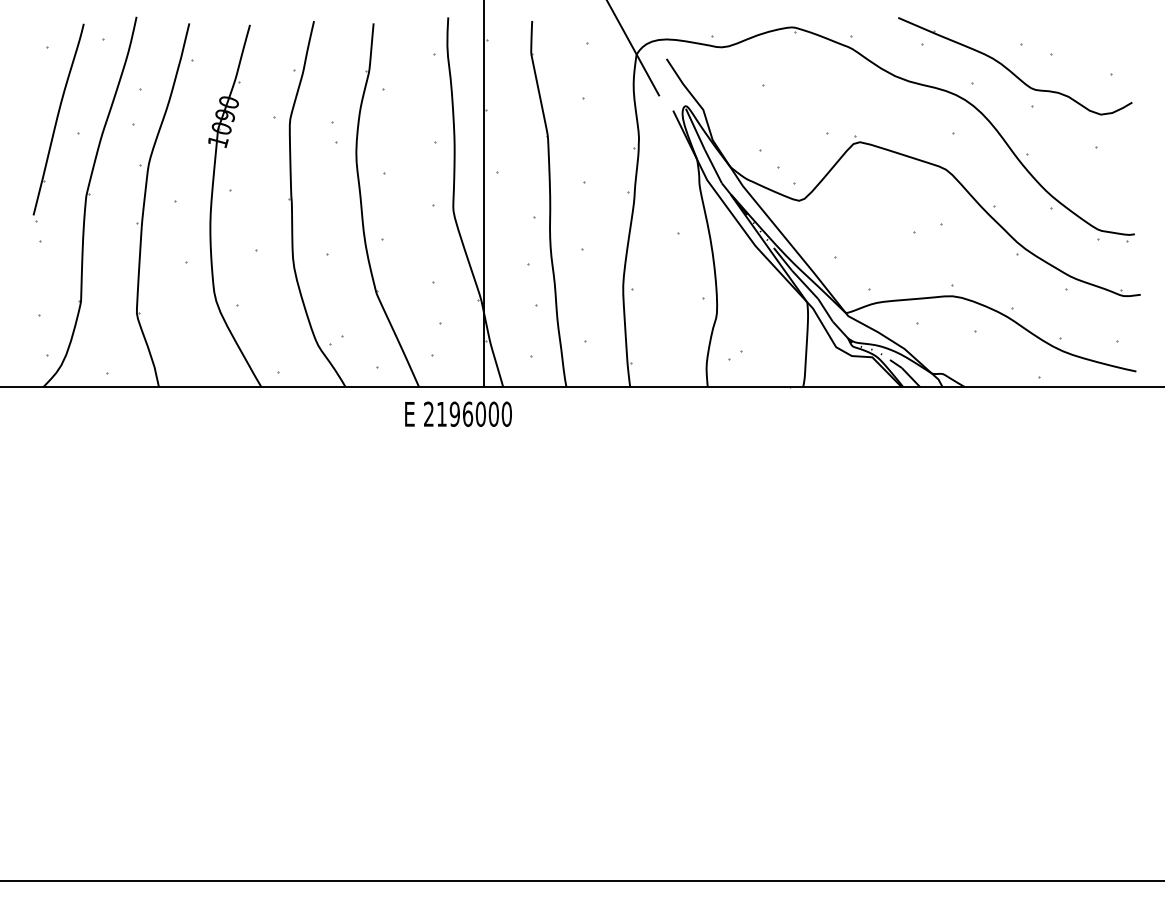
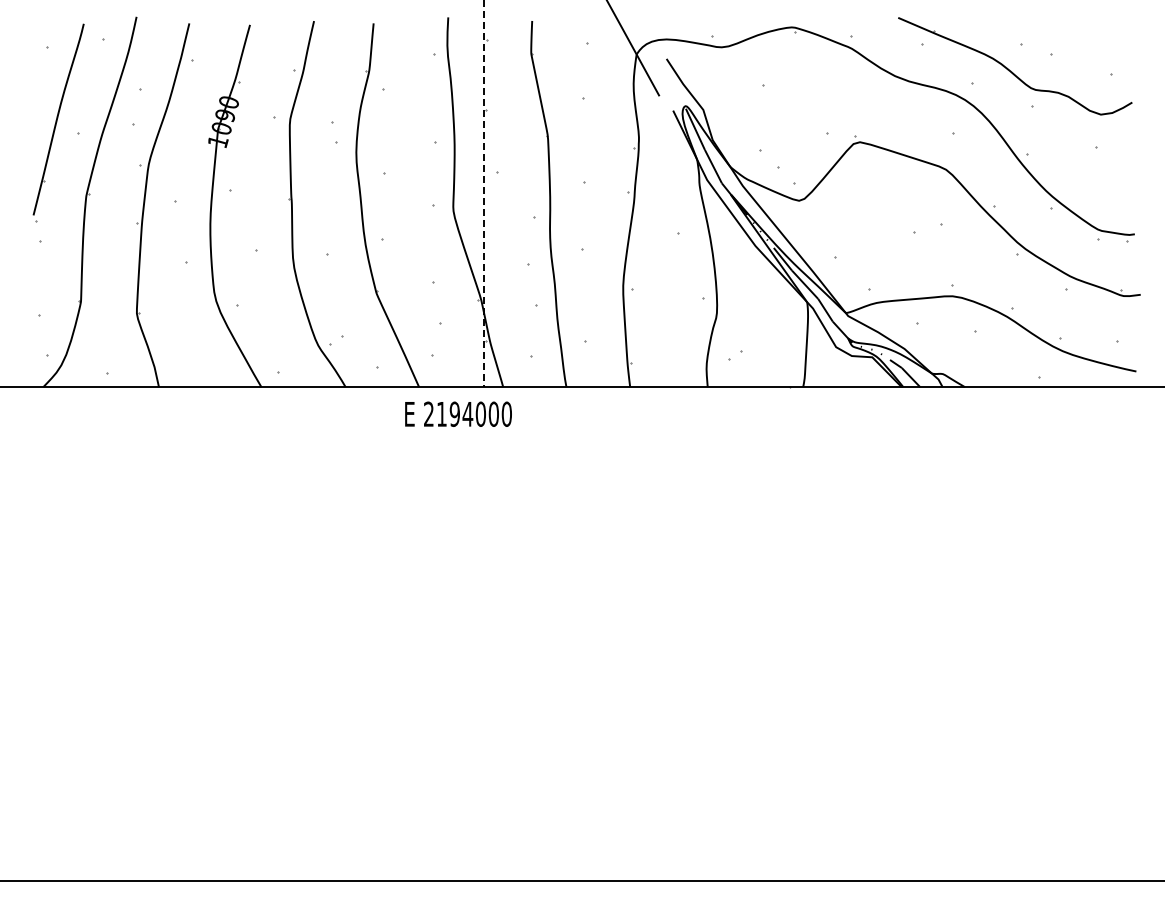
line at (484, 193): solid -> dashed
text at (467, 413): 2196000 -> 2194000
